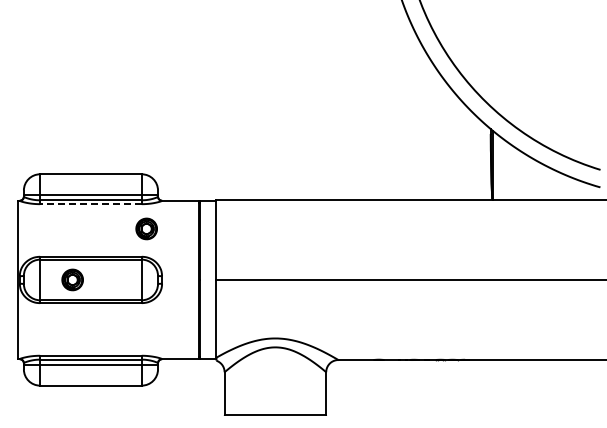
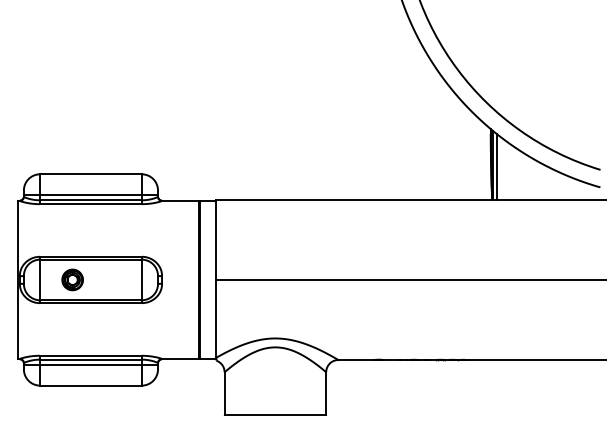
line at (496, 166): none -> present
line at (90, 204): dashed -> solid
part at (146, 228): present -> none
